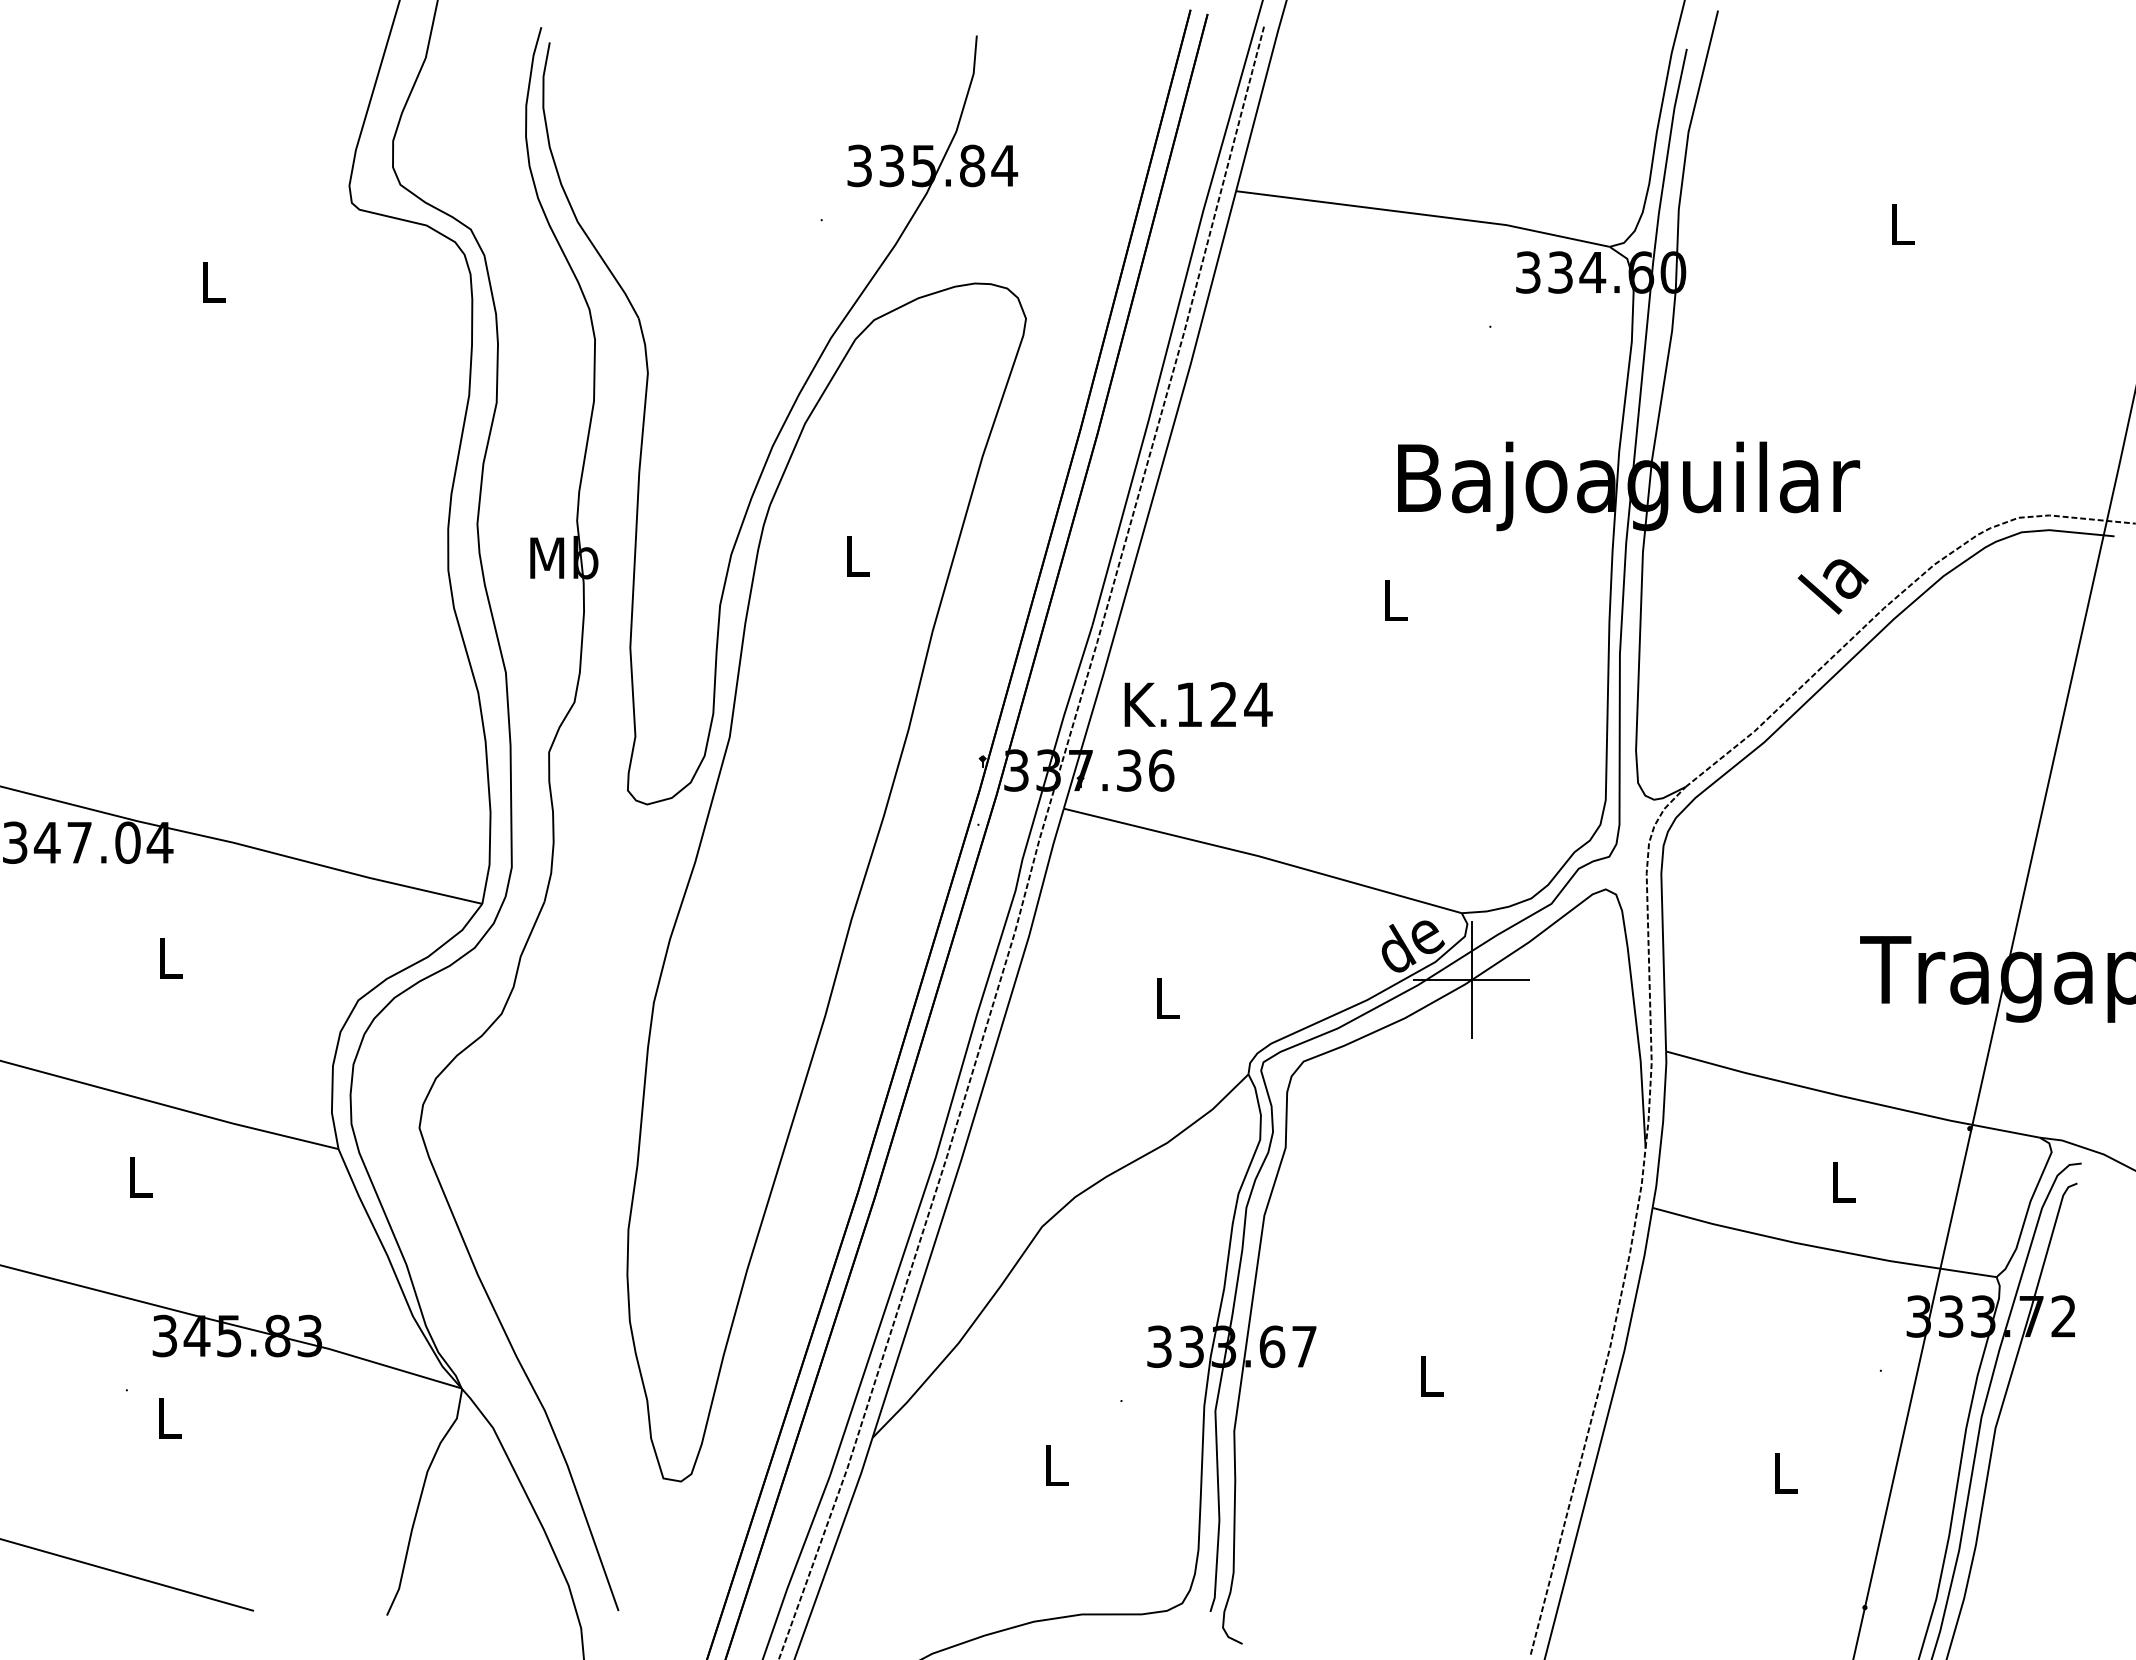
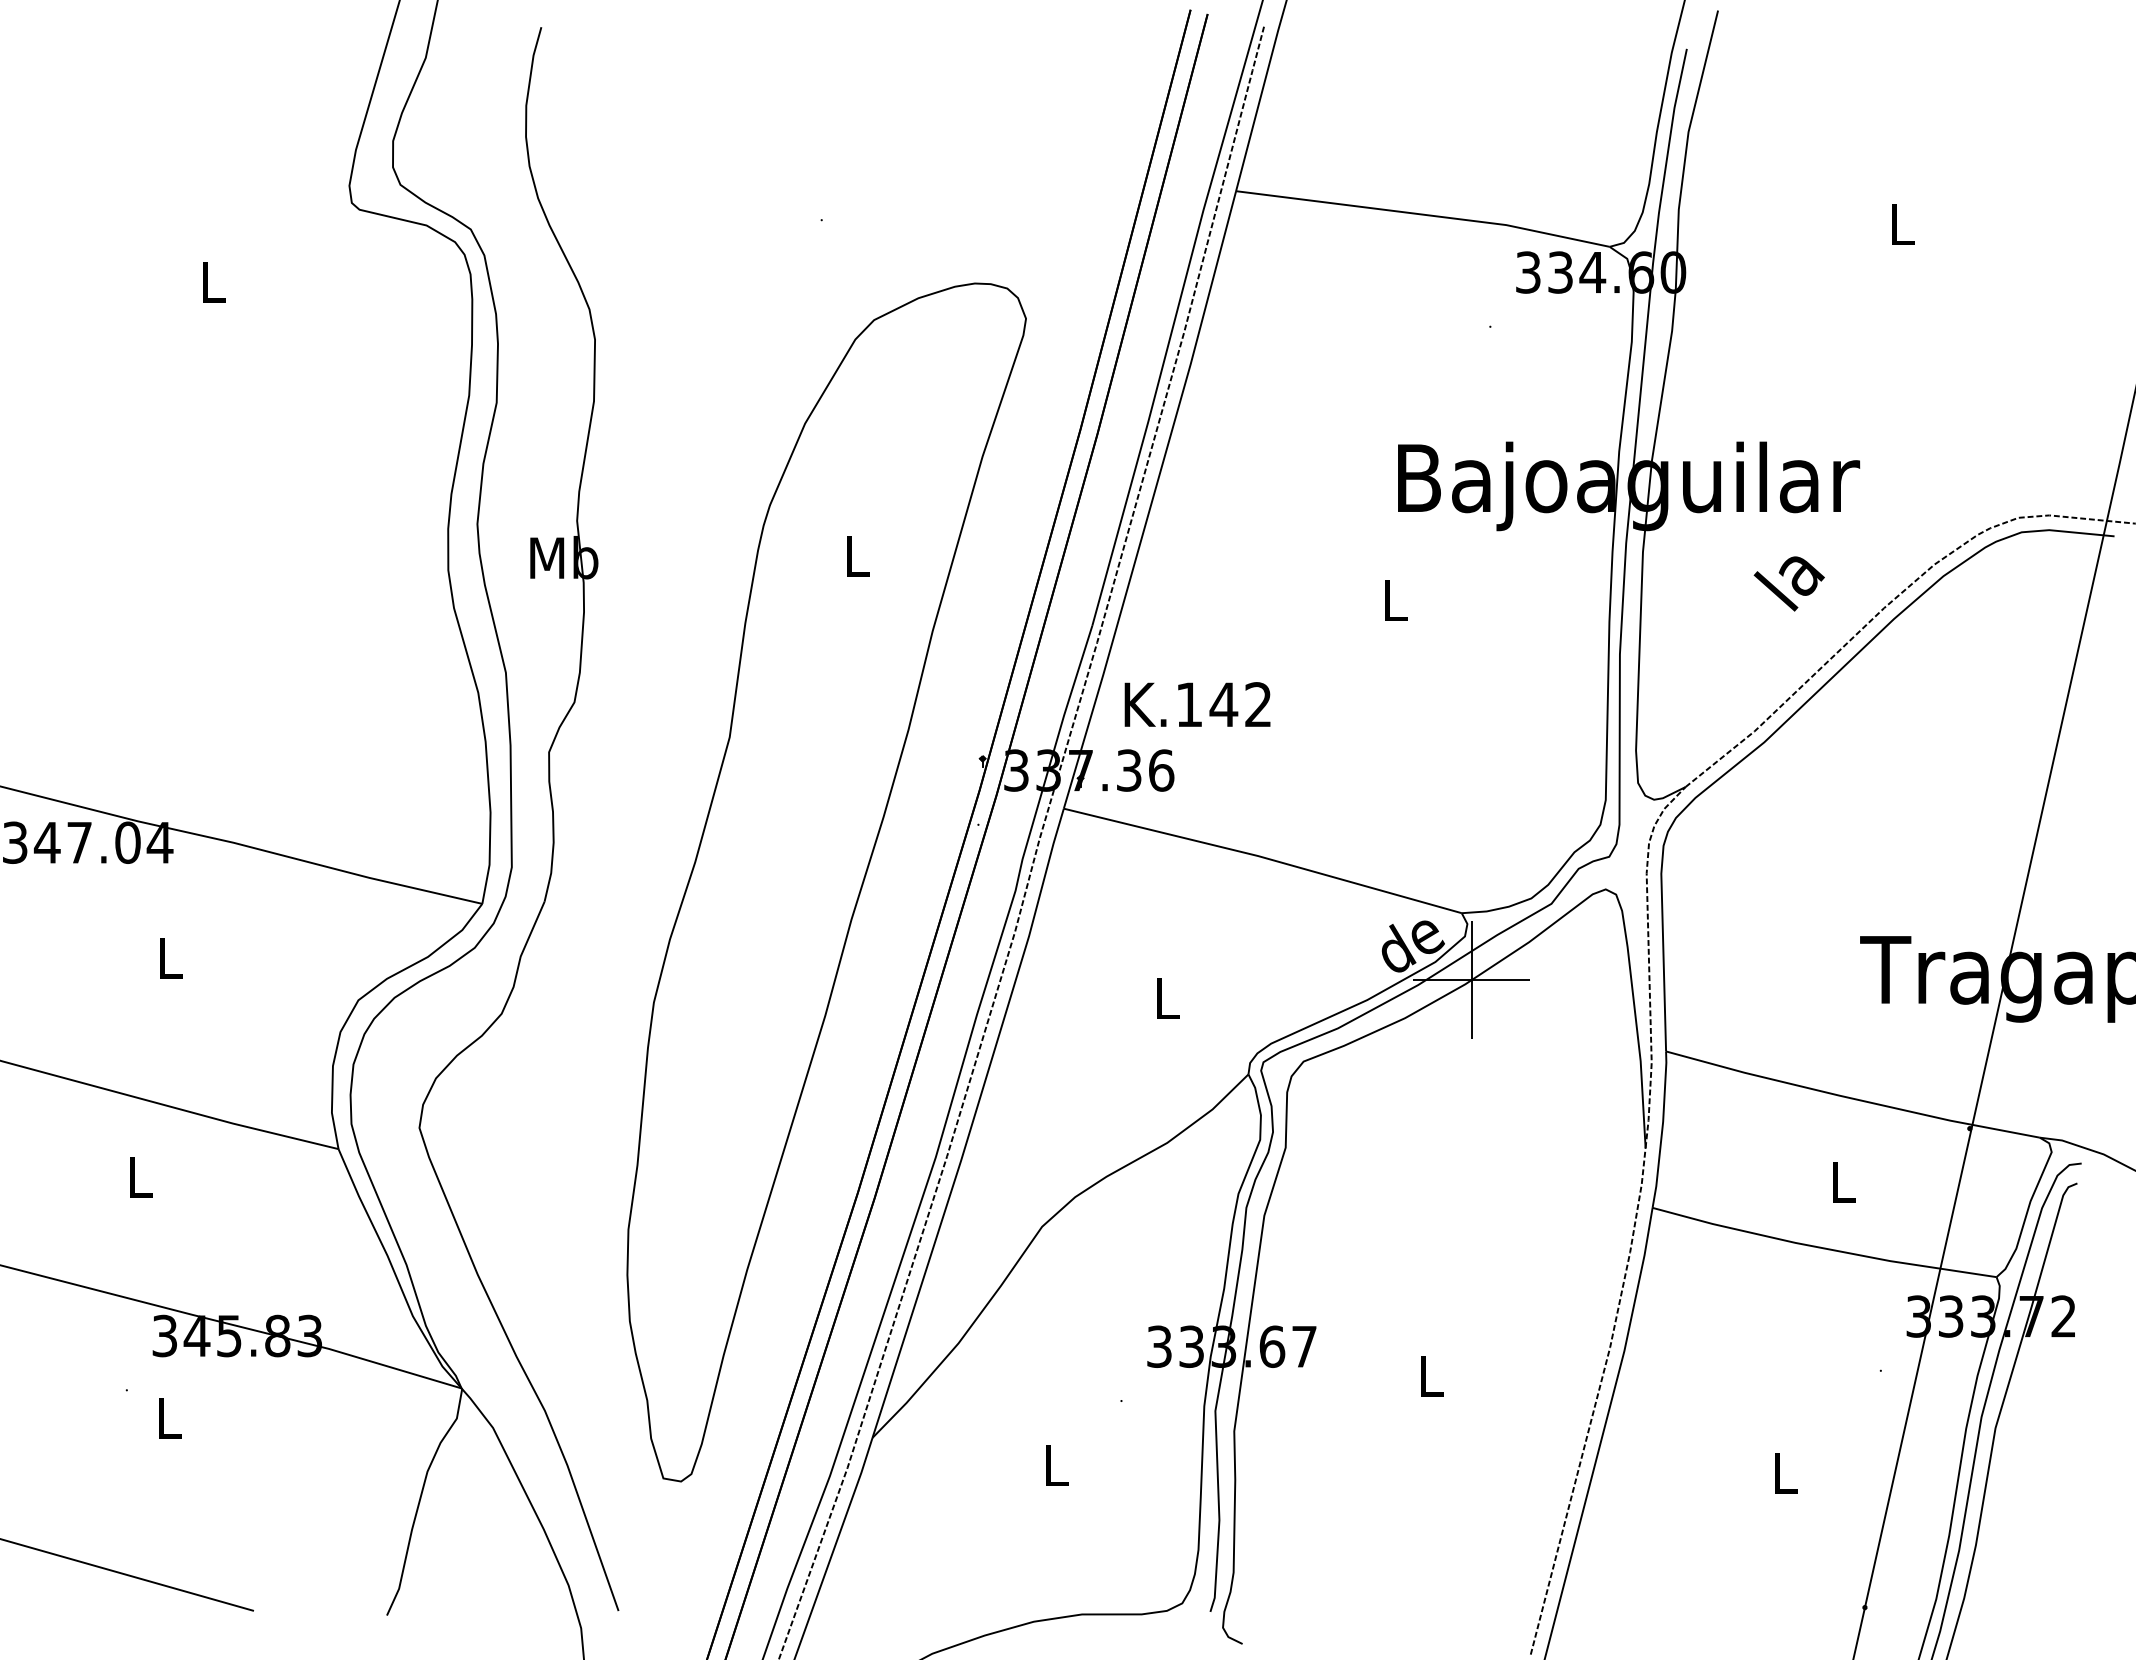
part at (780, 420): present -> none
text at (1832, 586) position: (1832, 586) -> (1788, 583)
text at (1240, 704): K.124 -> K.142
